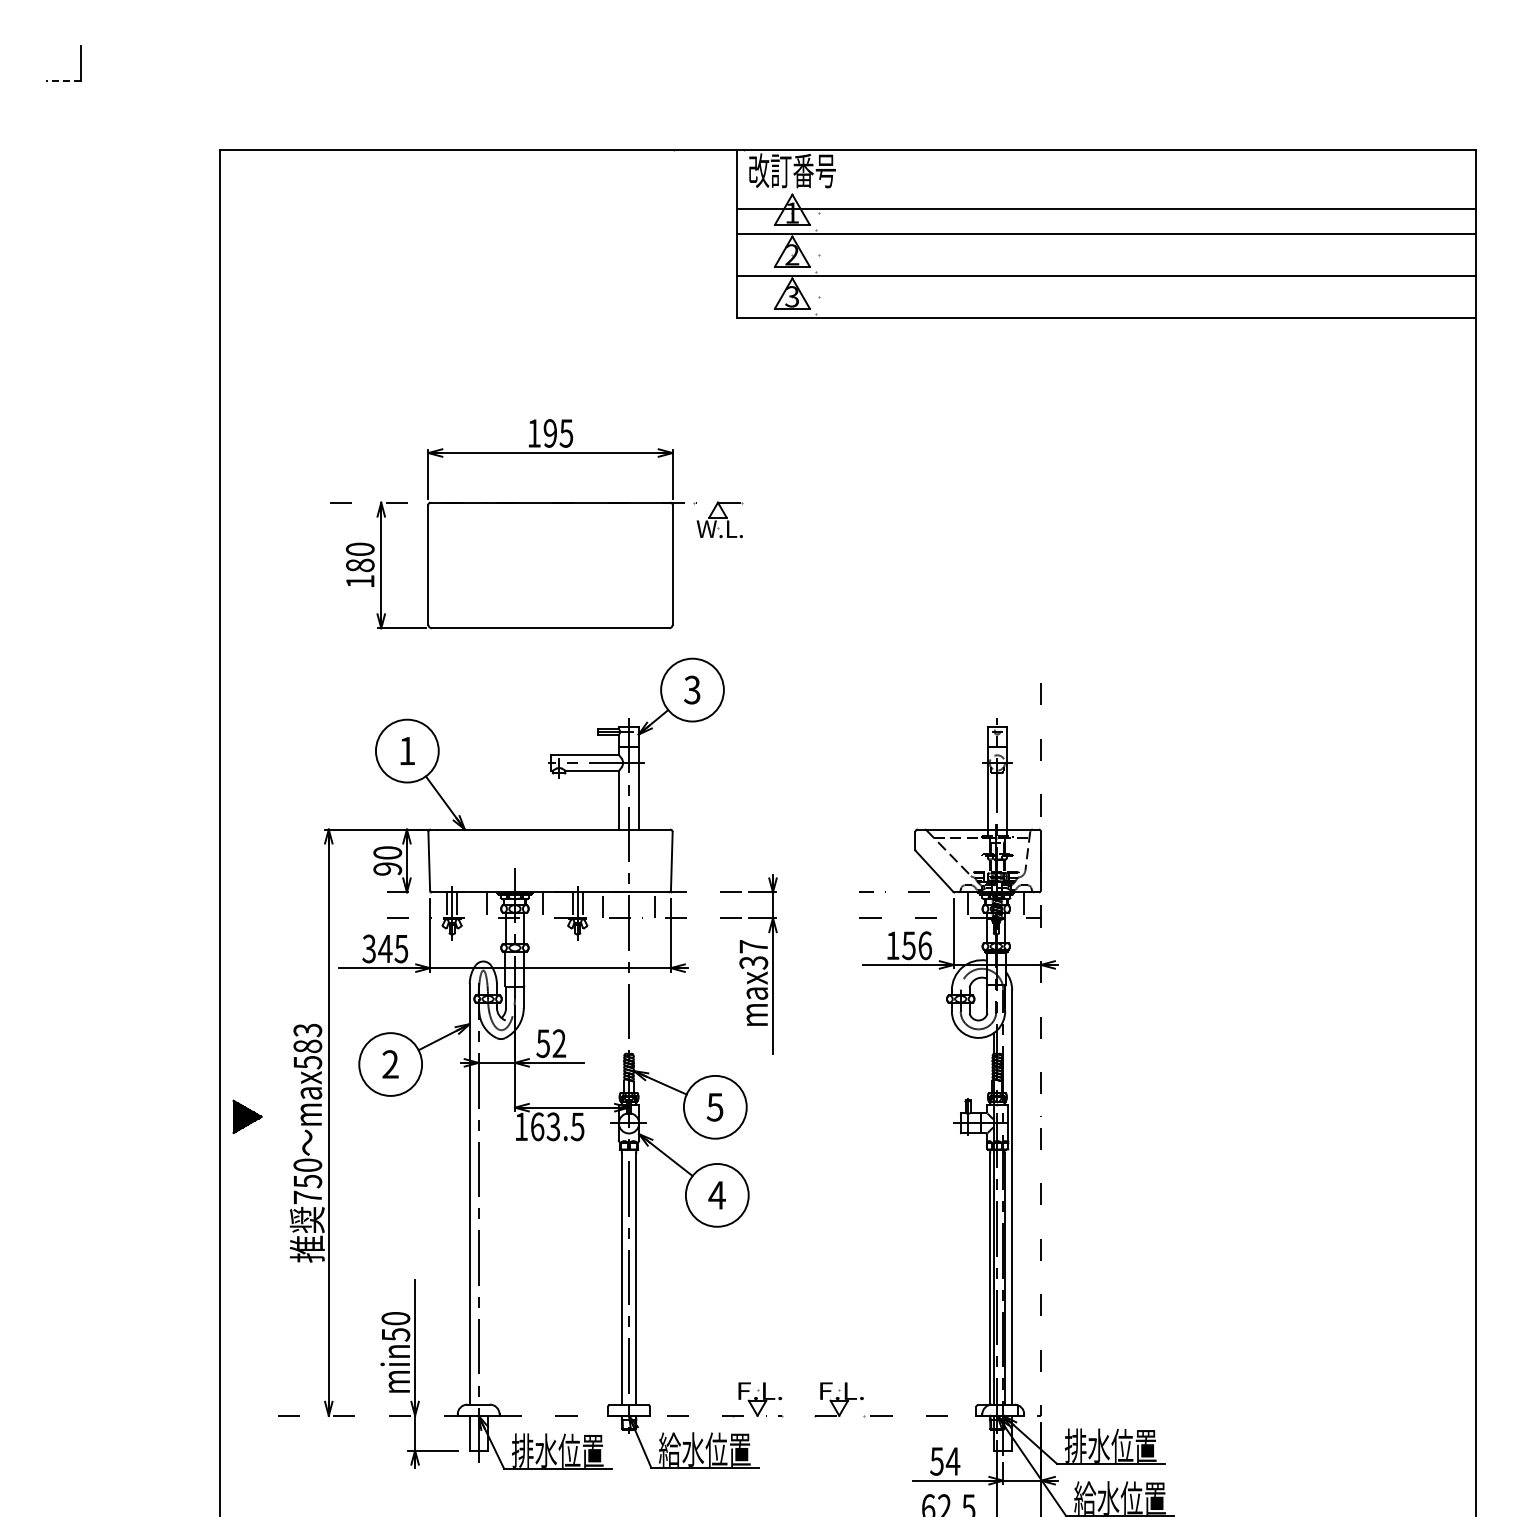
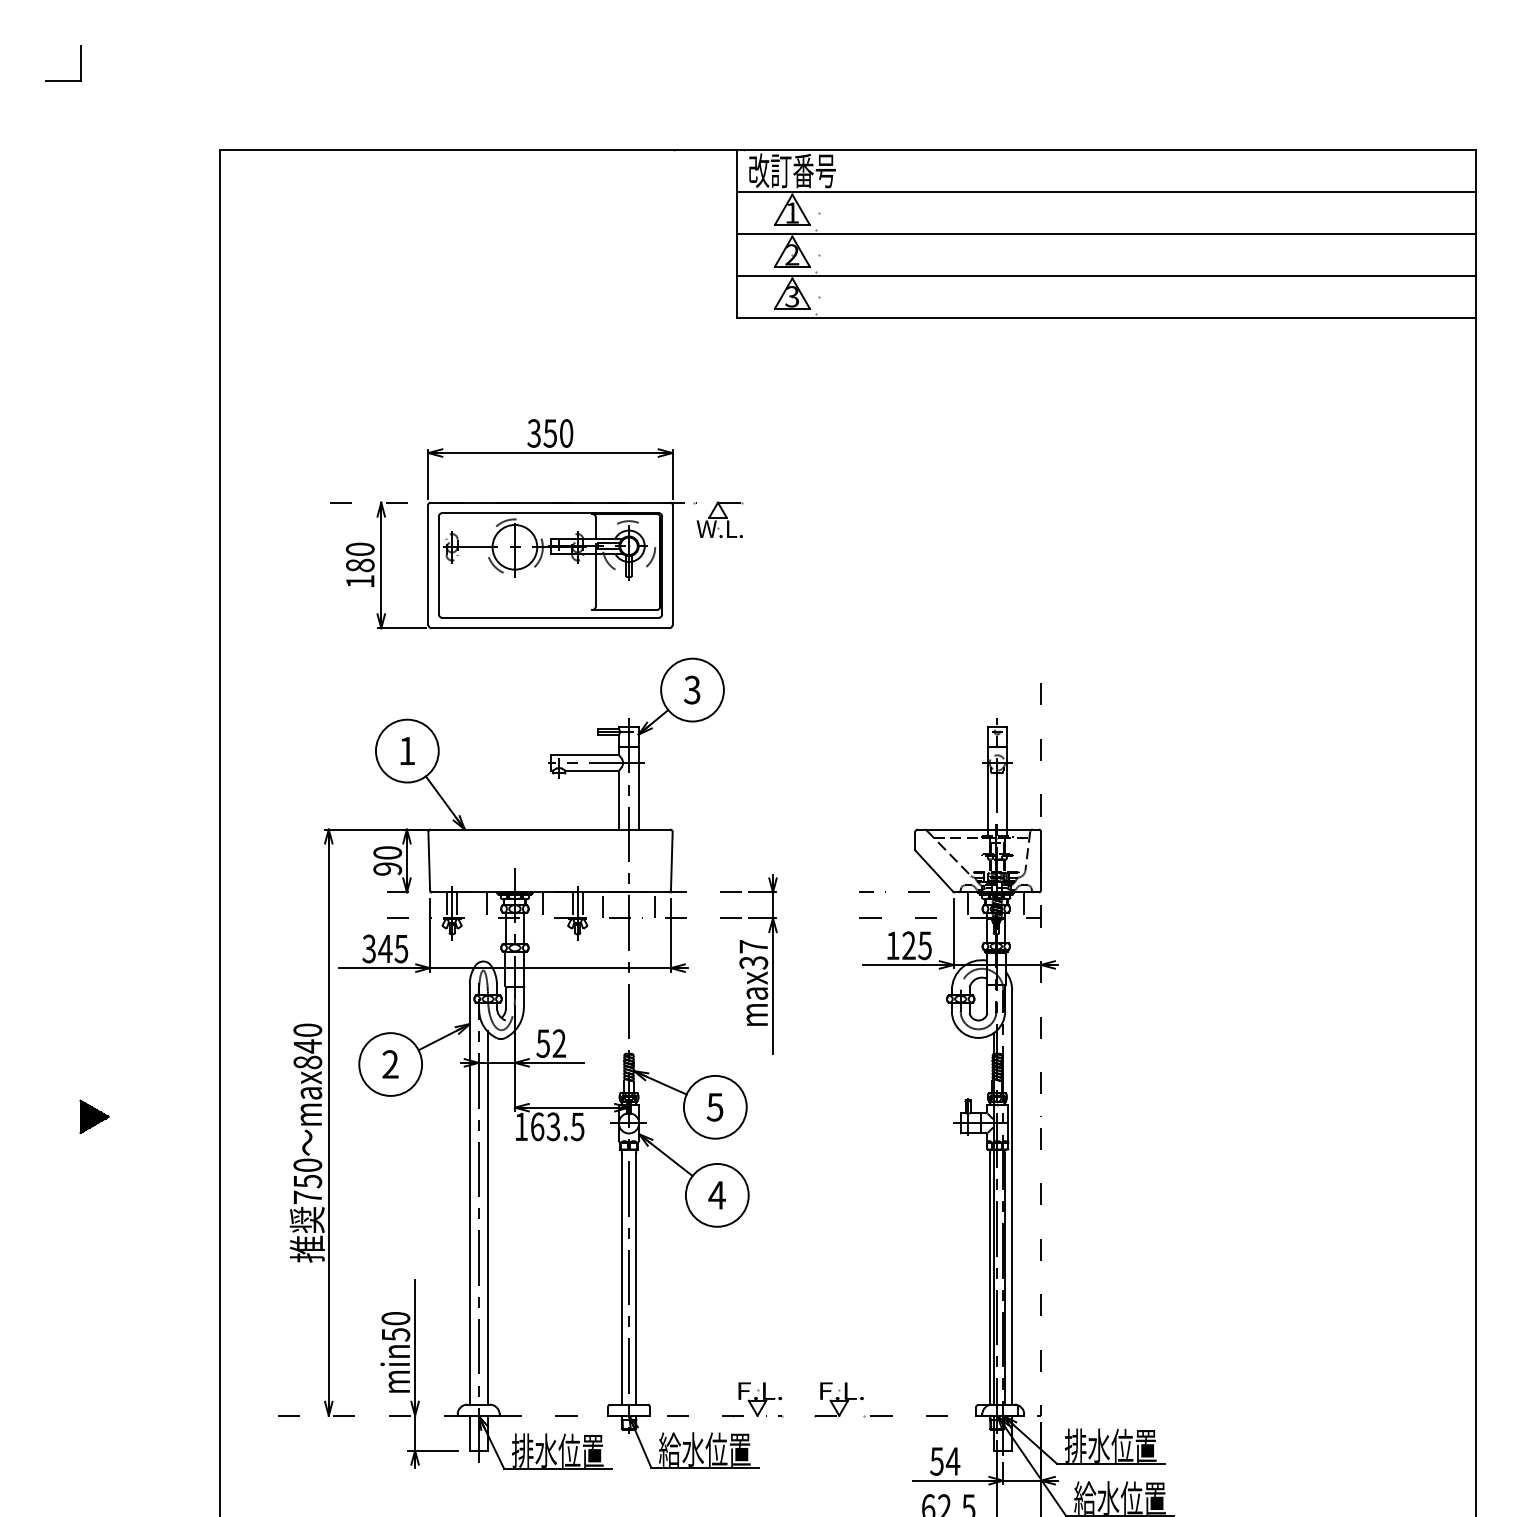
line at (62, 80): dashed -> solid
line at (1106, 209) position: (1106, 209) -> (1106, 192)
text at (550, 433): 195 -> 350
part at (550, 565): none -> present
text at (916, 945): 156 -> 125
text at (307, 1046): max583 -> max840
part at (247, 1116) position: (247, 1116) -> (94, 1116)
line at (487, 1217): none -> present
